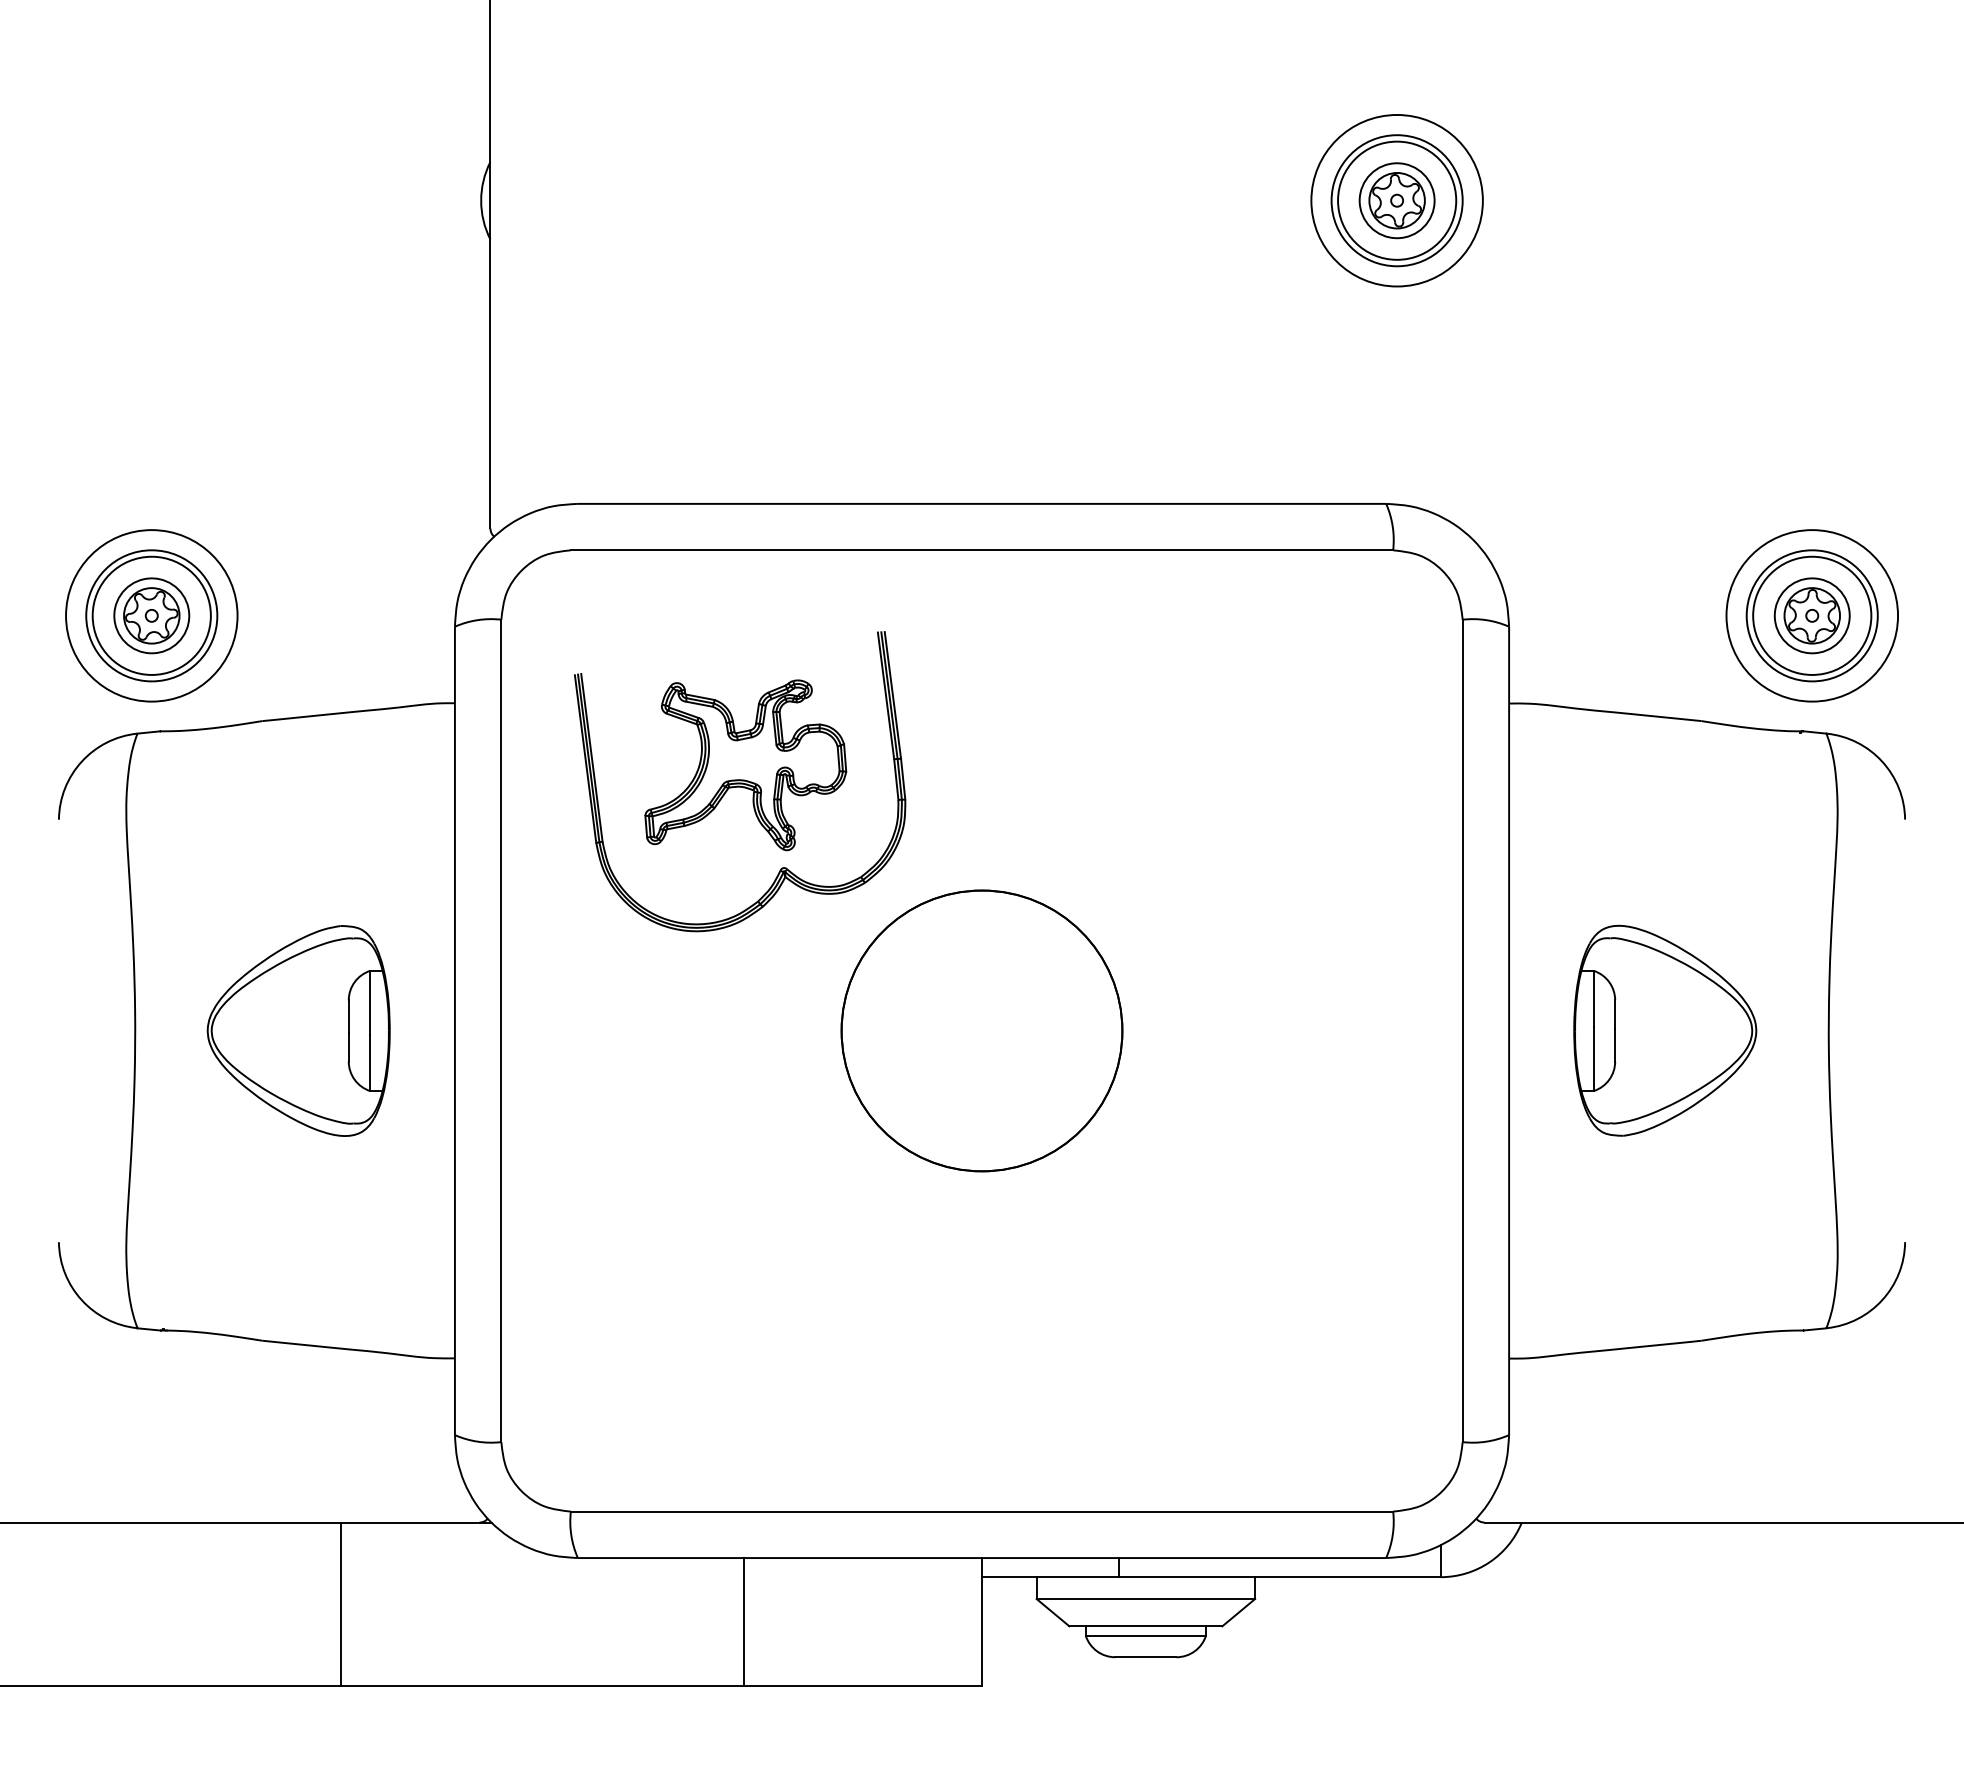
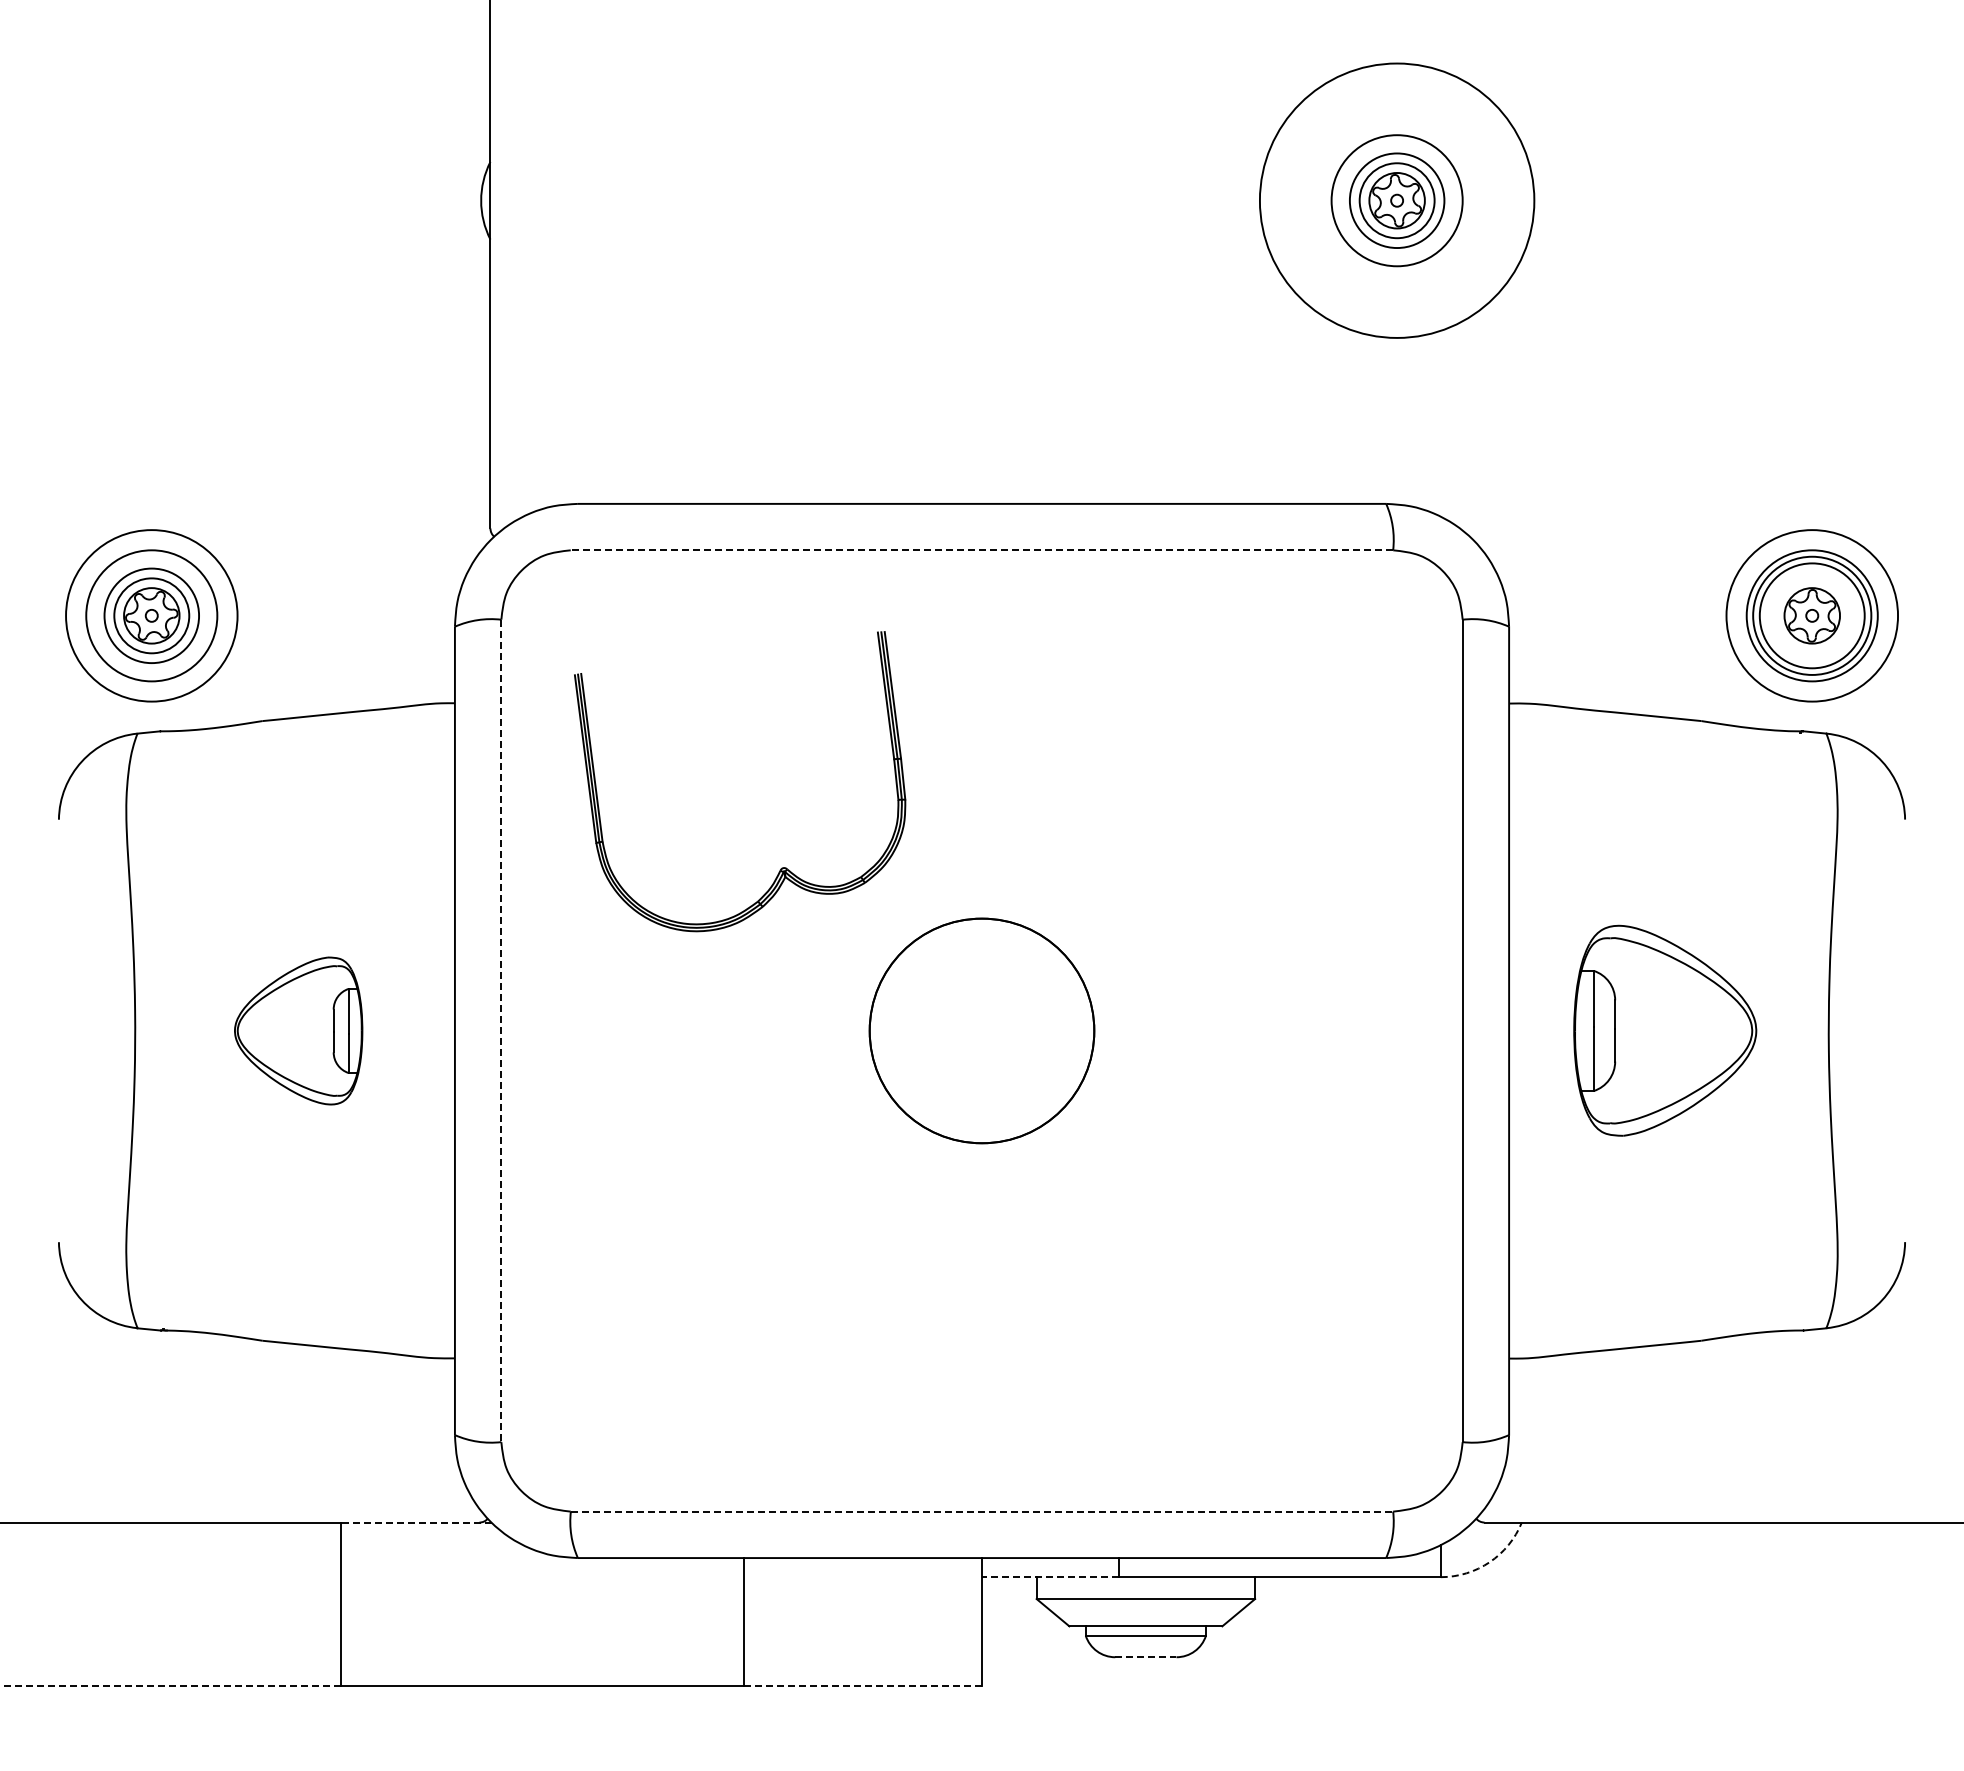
circle at (1396, 200) diameter: 172 px -> 274 px
circle at (1397, 200) diameter: 118 px -> 95 px
line at (981, 550): solid -> dashed
circle at (151, 615) diameter: 118 px -> 95 px
circle at (1811, 615) diameter: 75 px -> 105 px
part at (745, 765): present -> none
part at (298, 1030) size: 185x212 px -> 130x150 px
part at (981, 1030) size: 284x284 px -> 228x228 px
line at (501, 1031): solid -> dashed
line at (982, 1511): solid -> dashed
line at (415, 1522): solid -> dashed
arc at (1489, 1562): solid -> dashed
line at (1049, 1577): solid -> dashed
line at (1145, 1657): solid -> dashed
line at (170, 1686): solid -> dashed
line at (863, 1686): solid -> dashed
